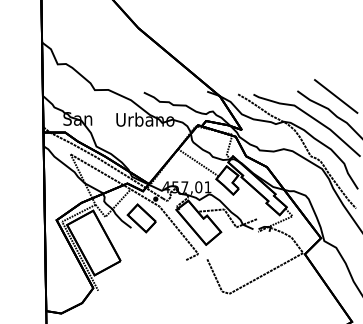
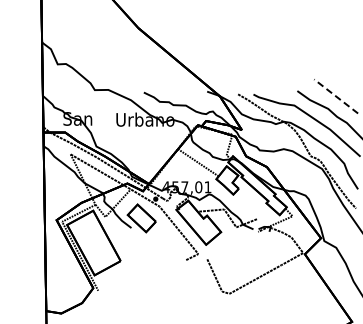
line at (336, 96): solid -> dashed
